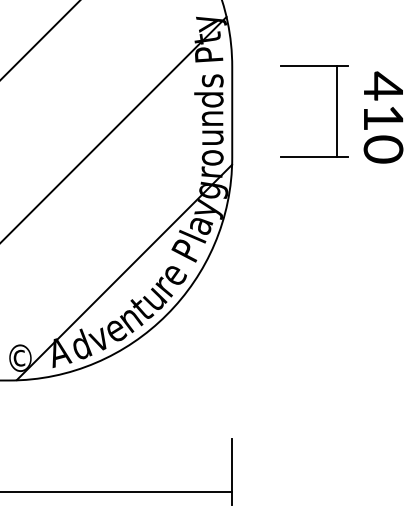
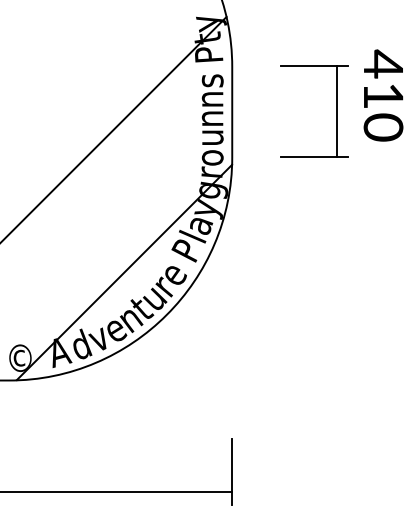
line at (40, 40): present -> none
text at (208, 99): d -> n
text at (383, 117) position: (383, 117) -> (383, 95)
